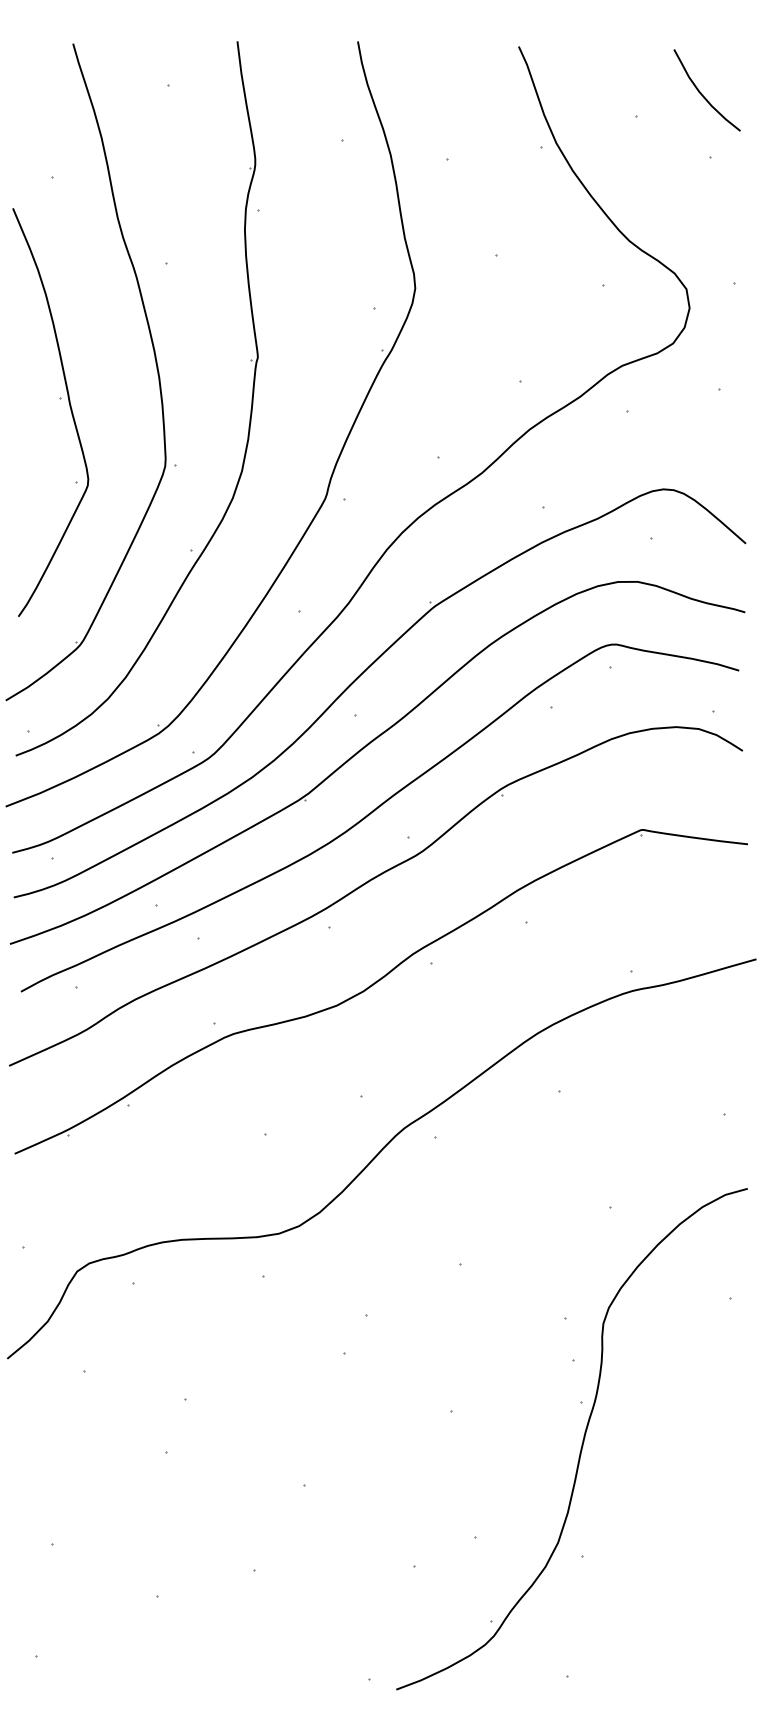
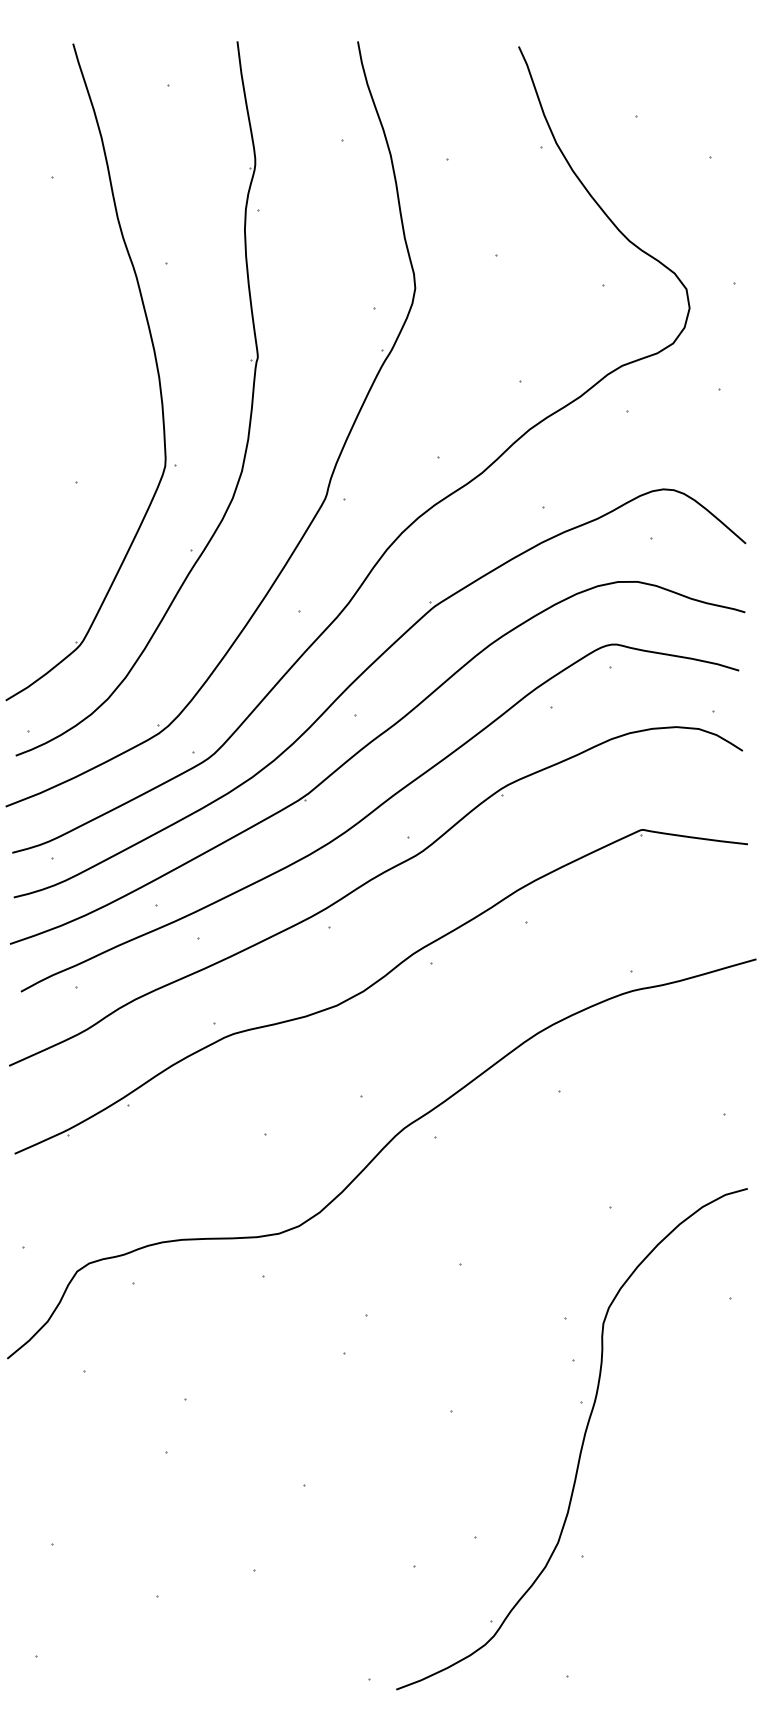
curve at (702, 93): present -> none
part at (60, 399): present -> none
